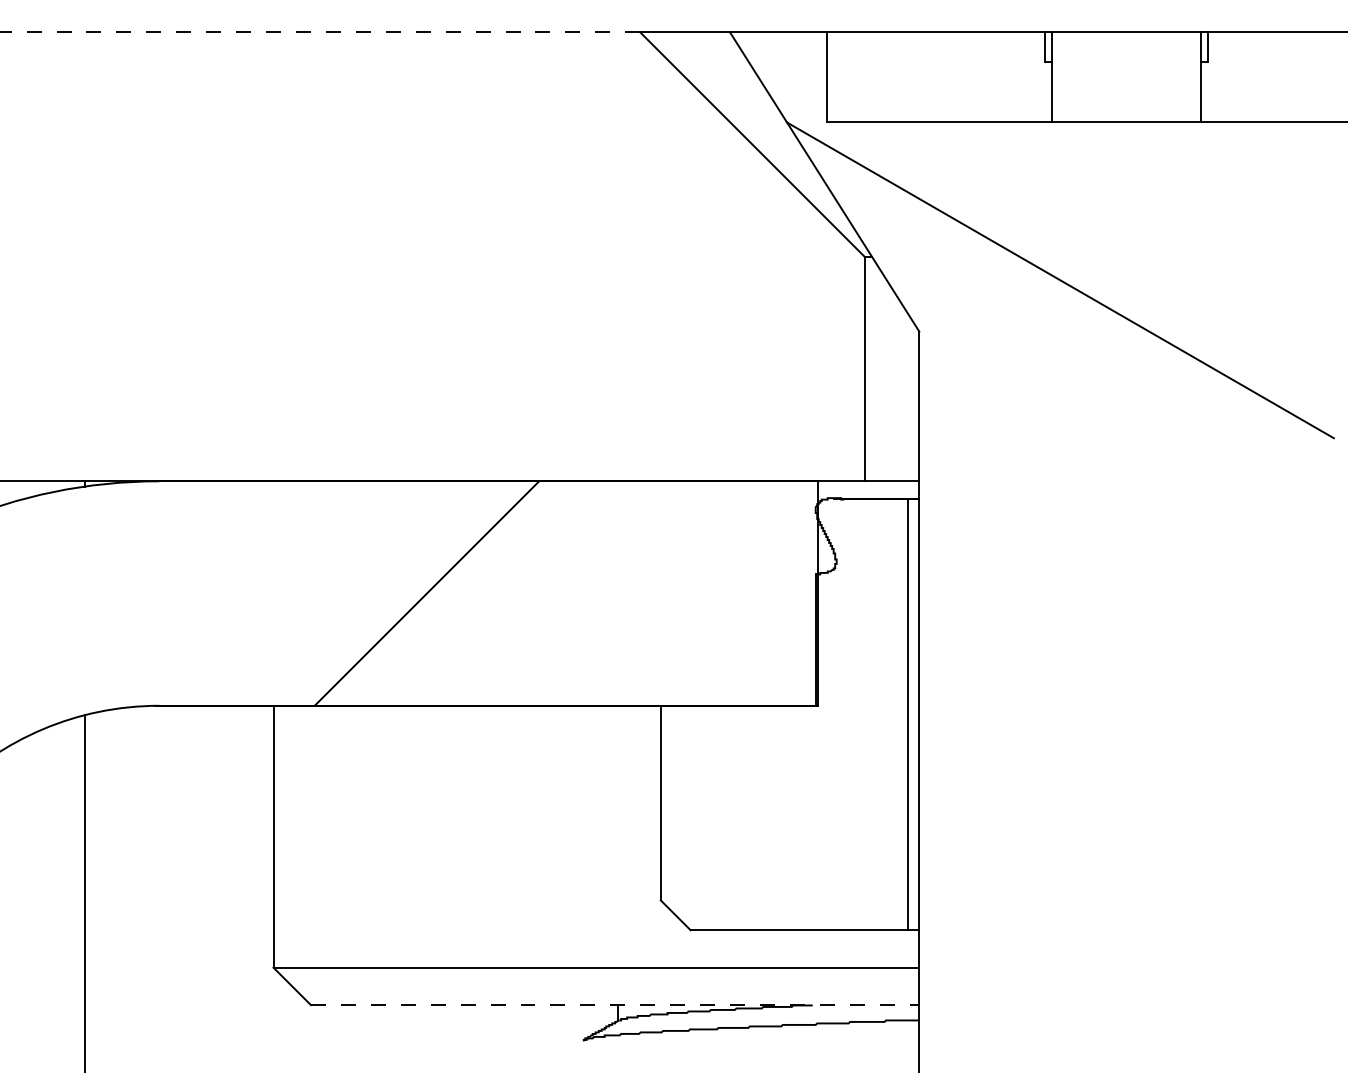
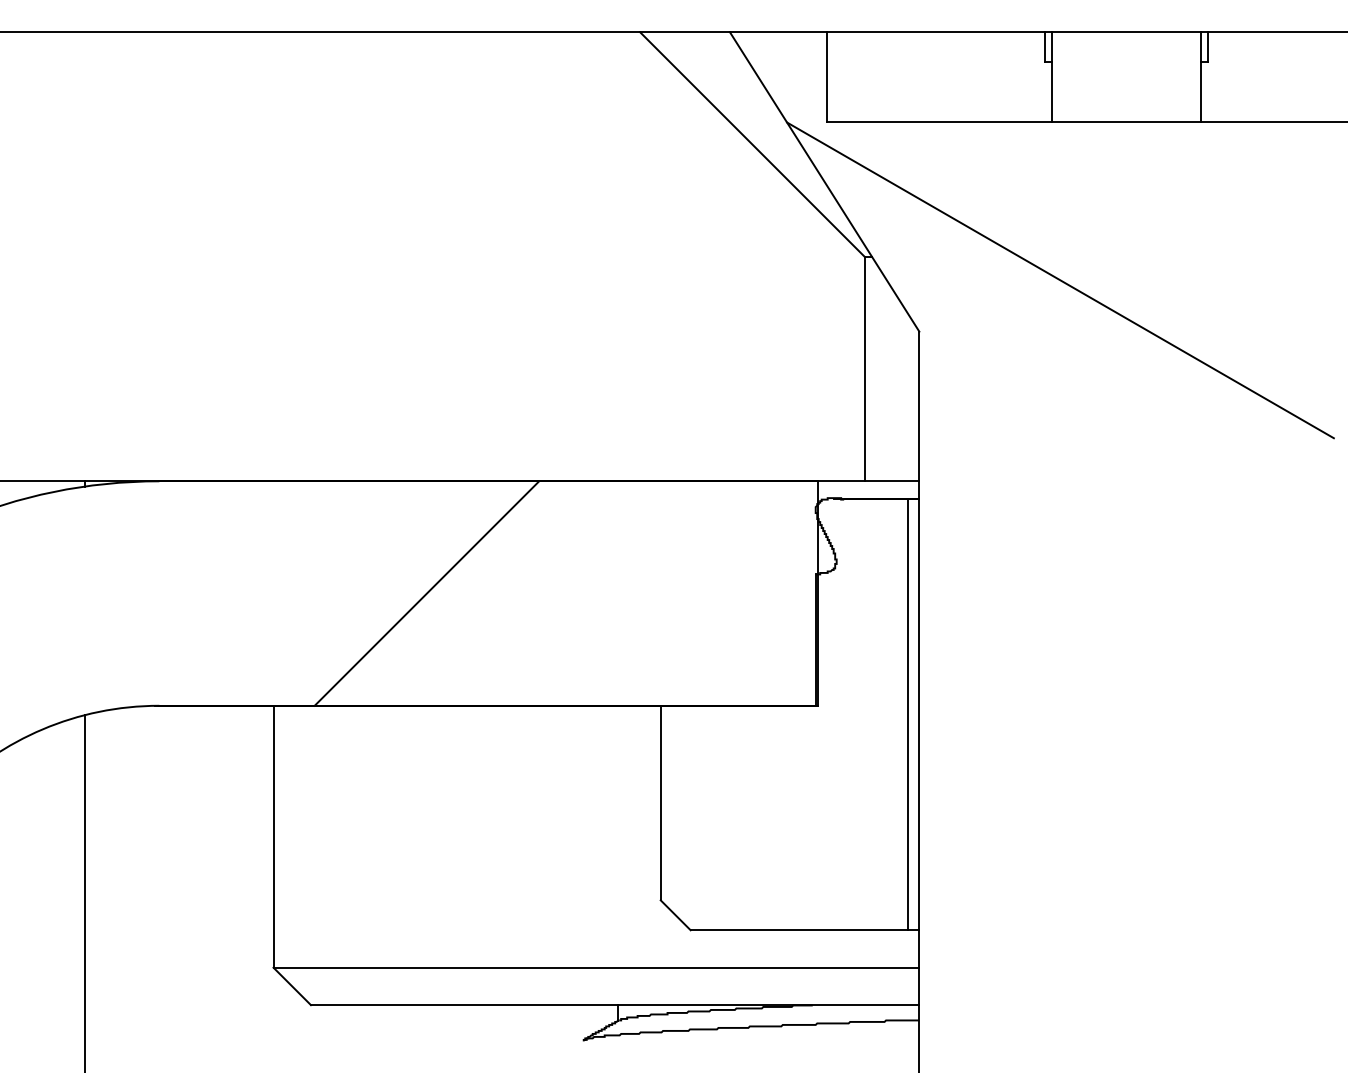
line at (320, 32): dashed -> solid
line at (615, 1005): dashed -> solid
